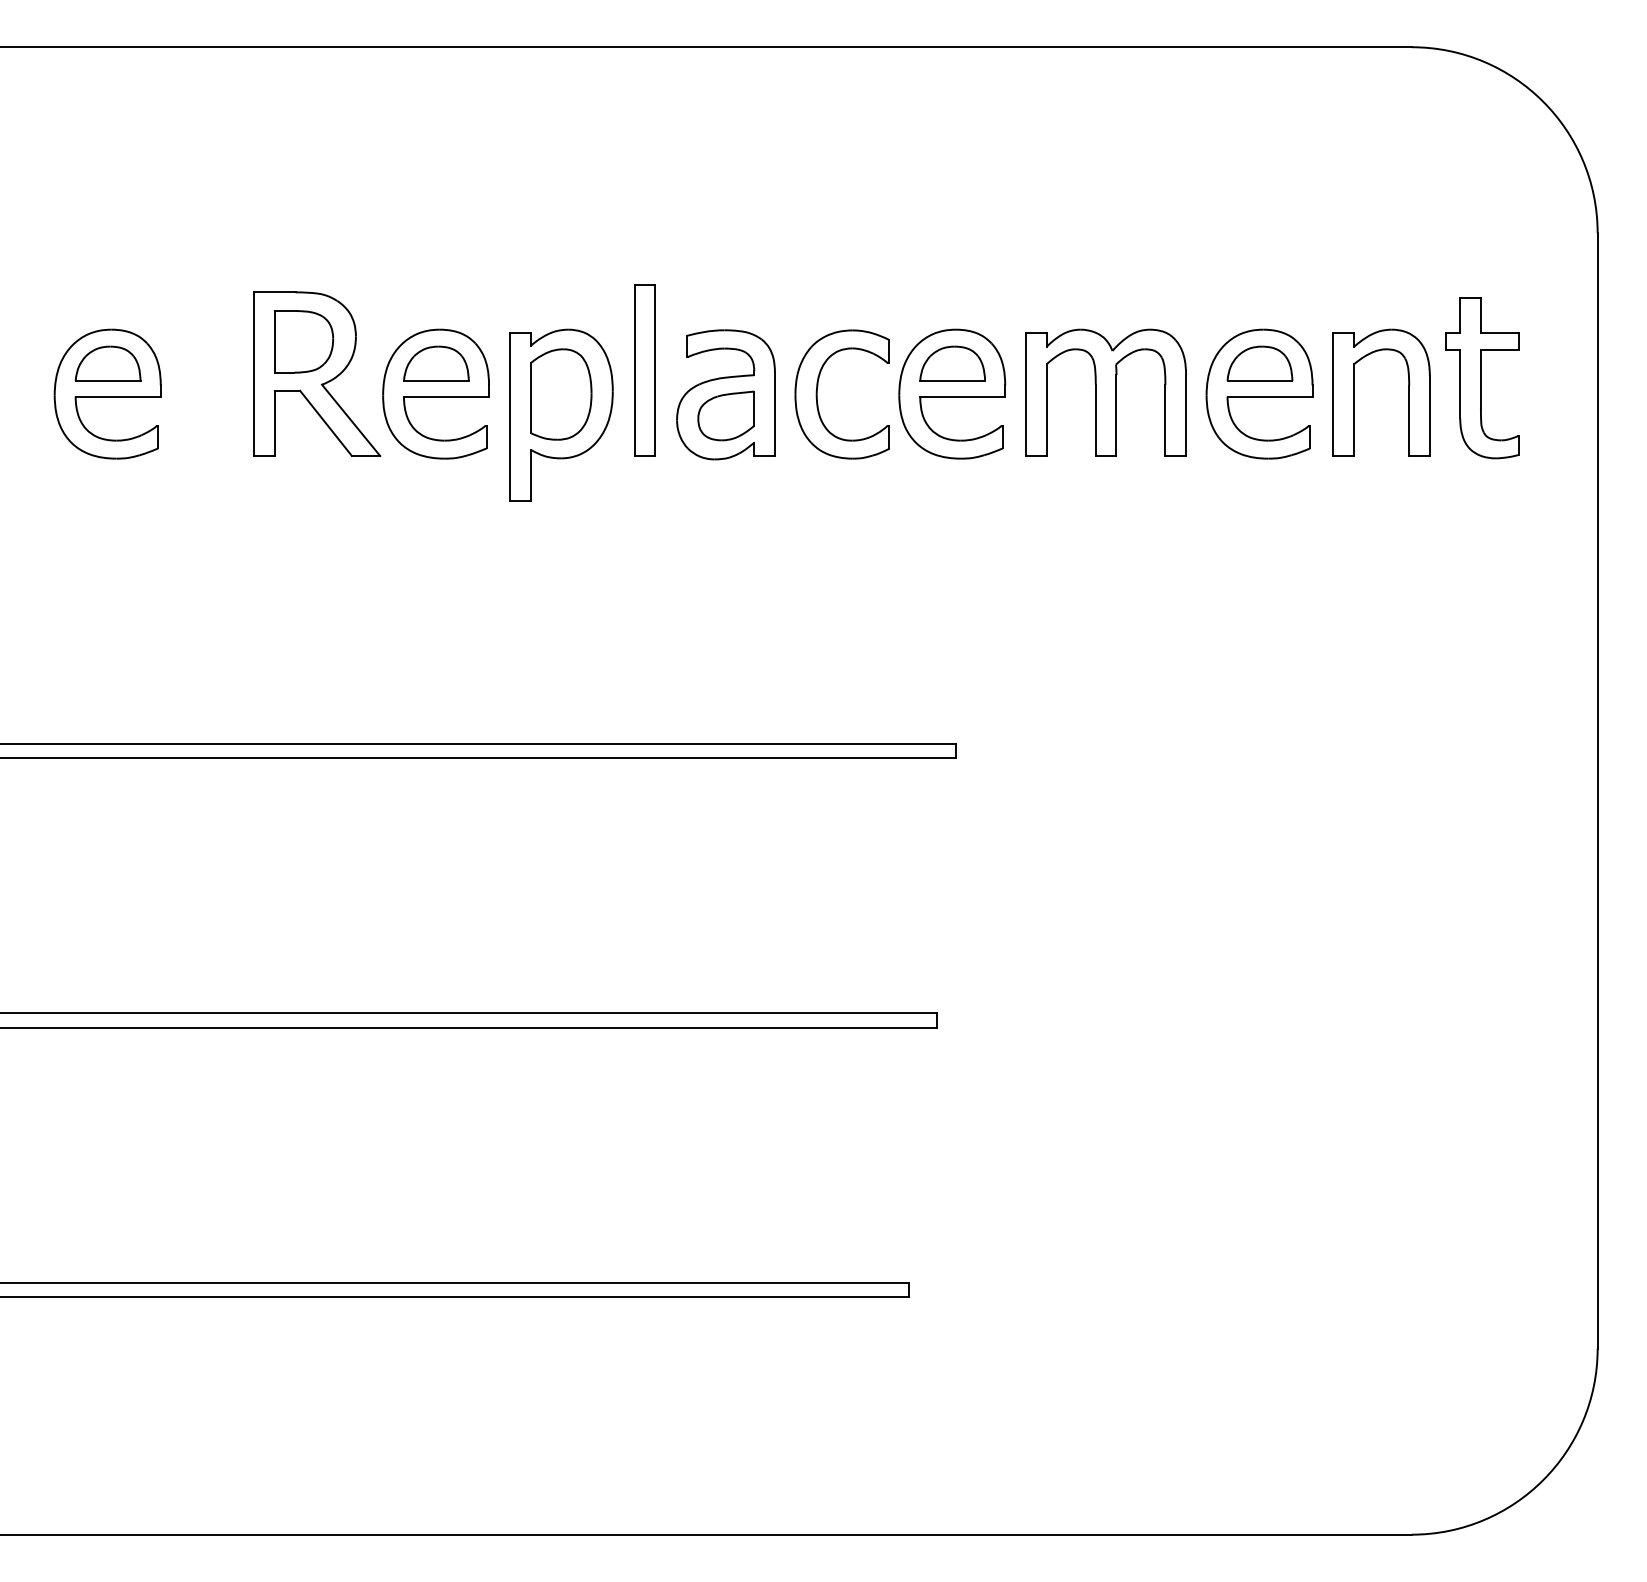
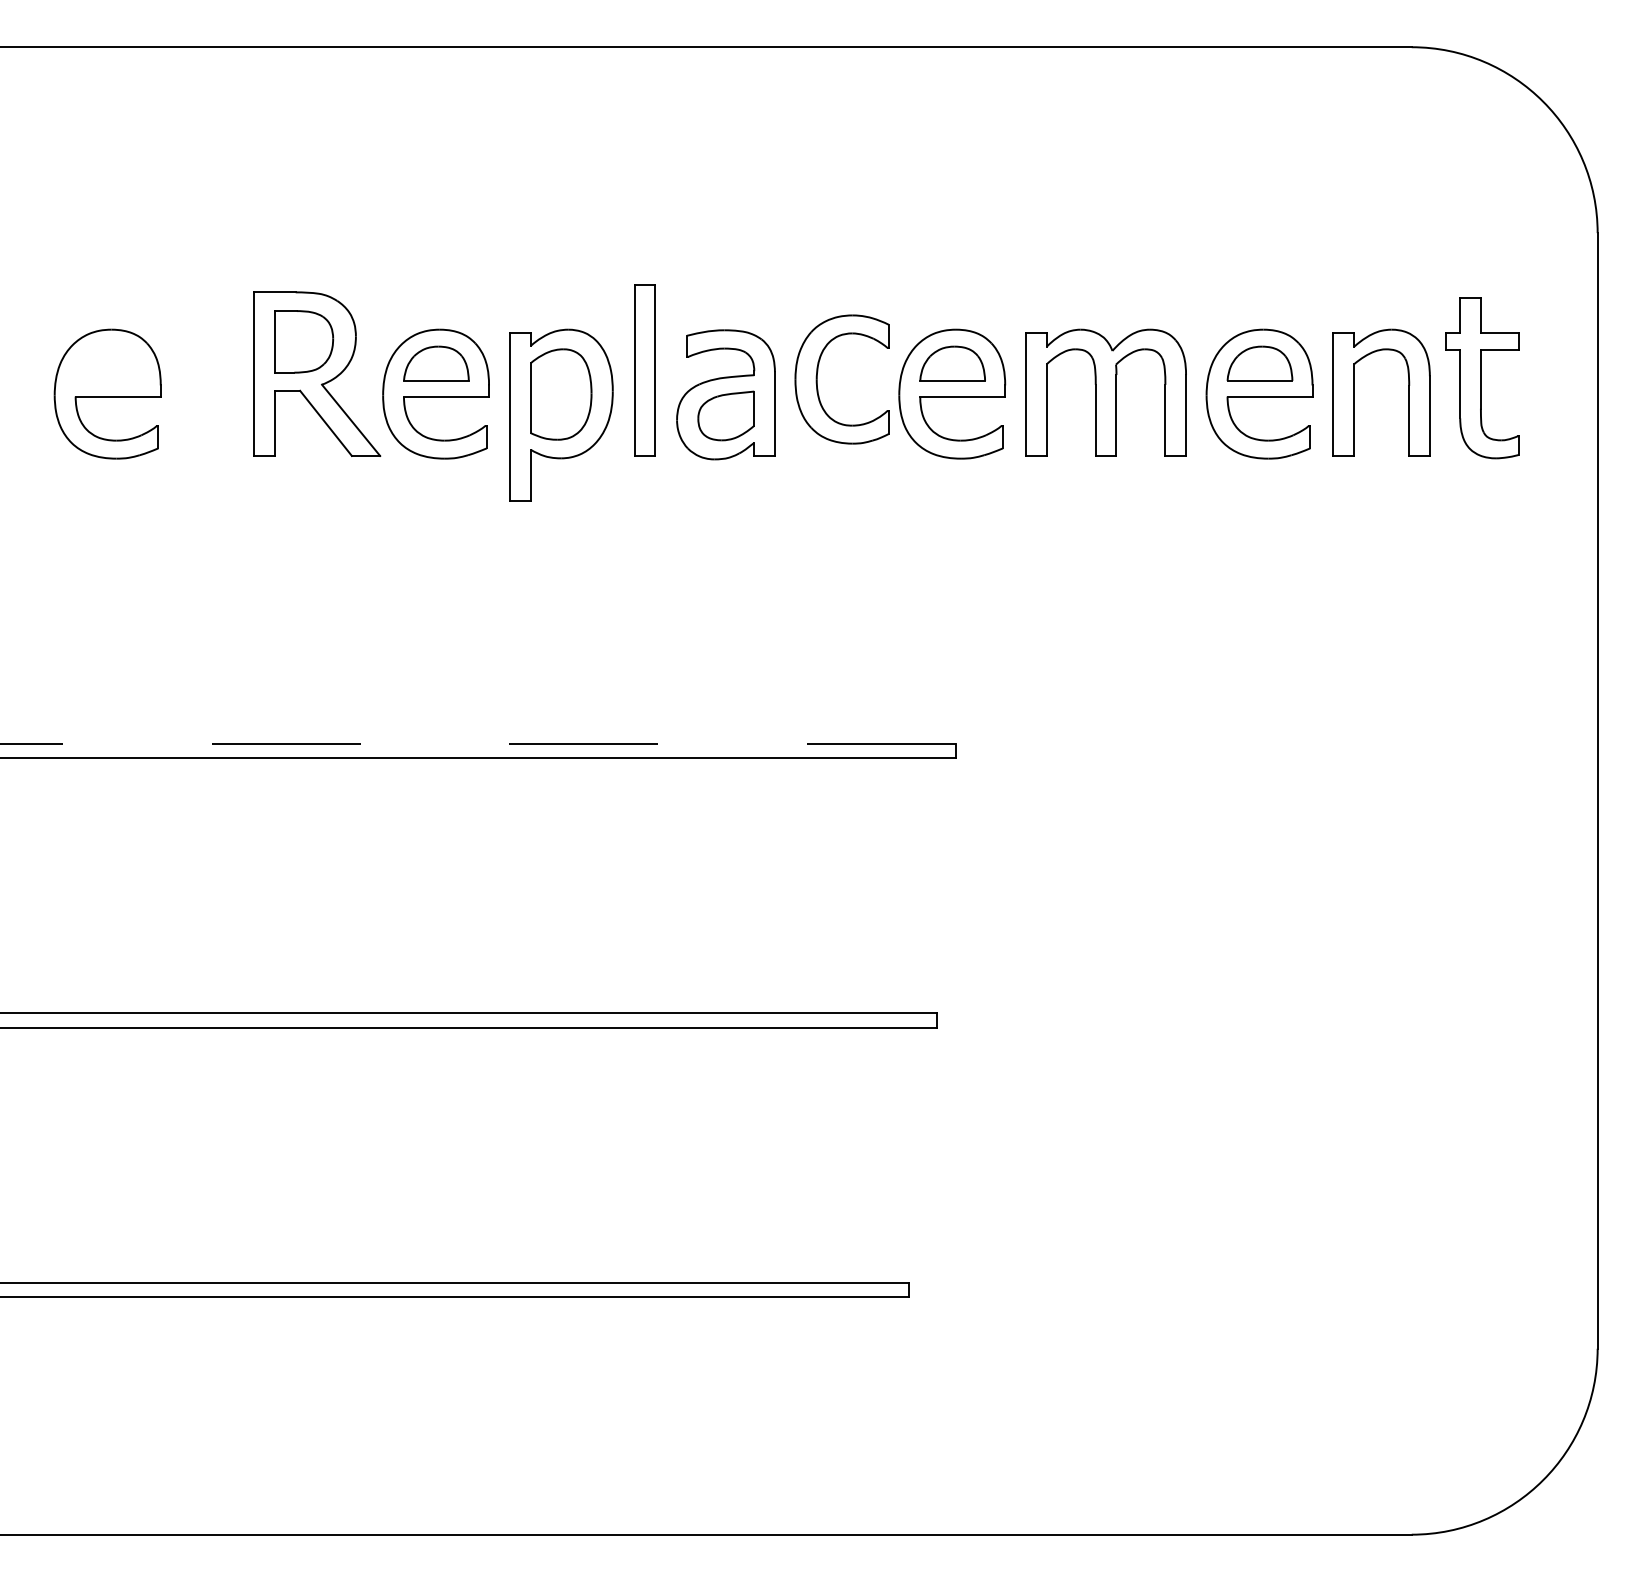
part at (107, 363): present -> none
part at (817, 394) position: (817, 394) -> (817, 379)
line at (477, 744): solid -> dashed
